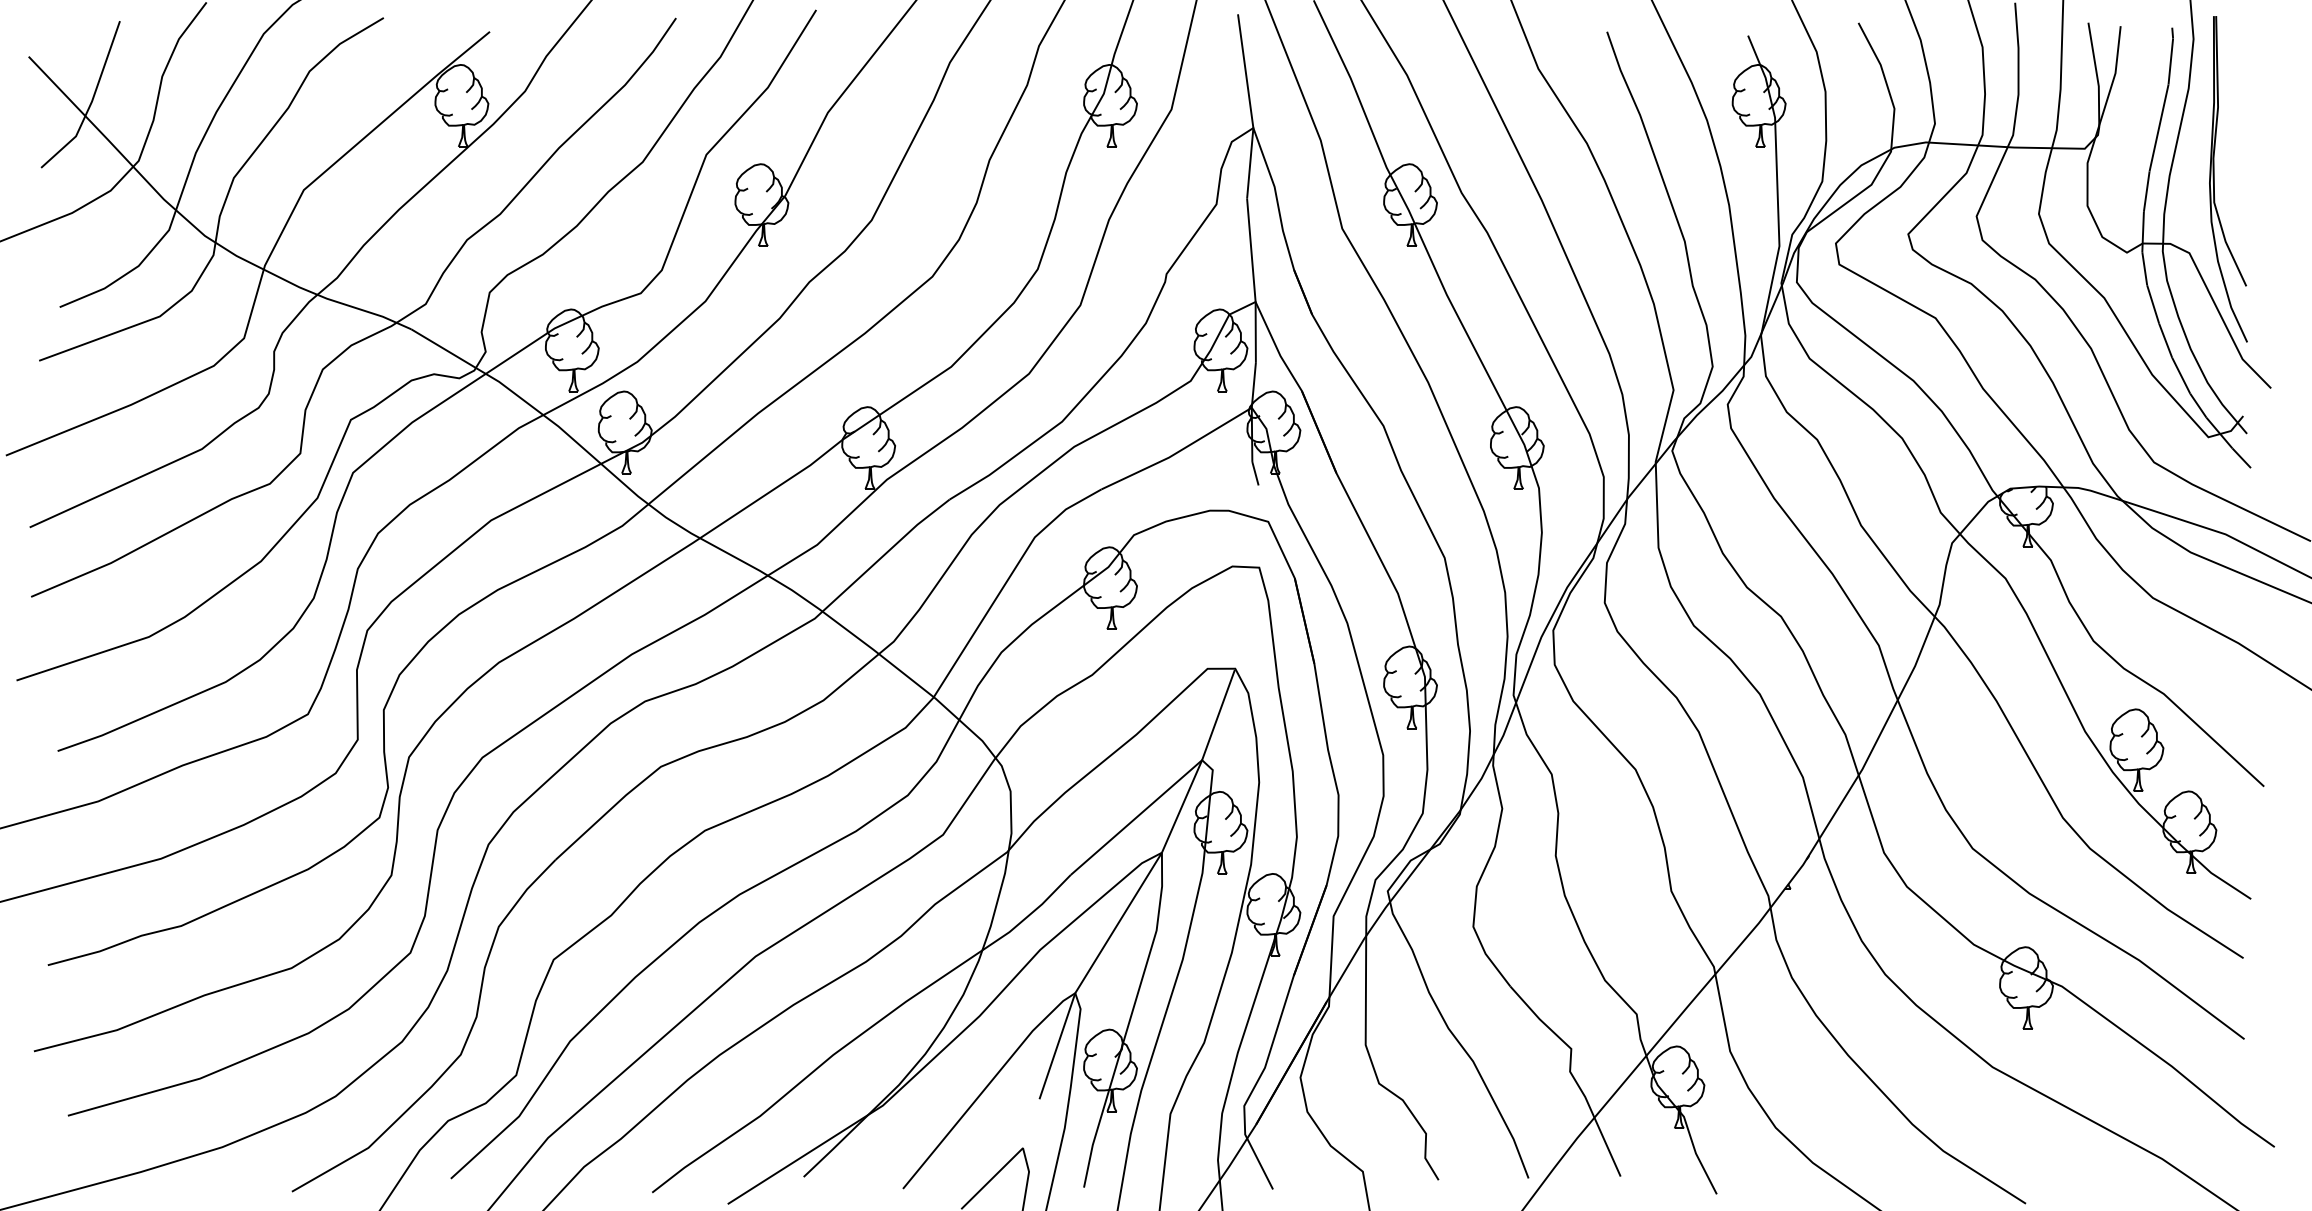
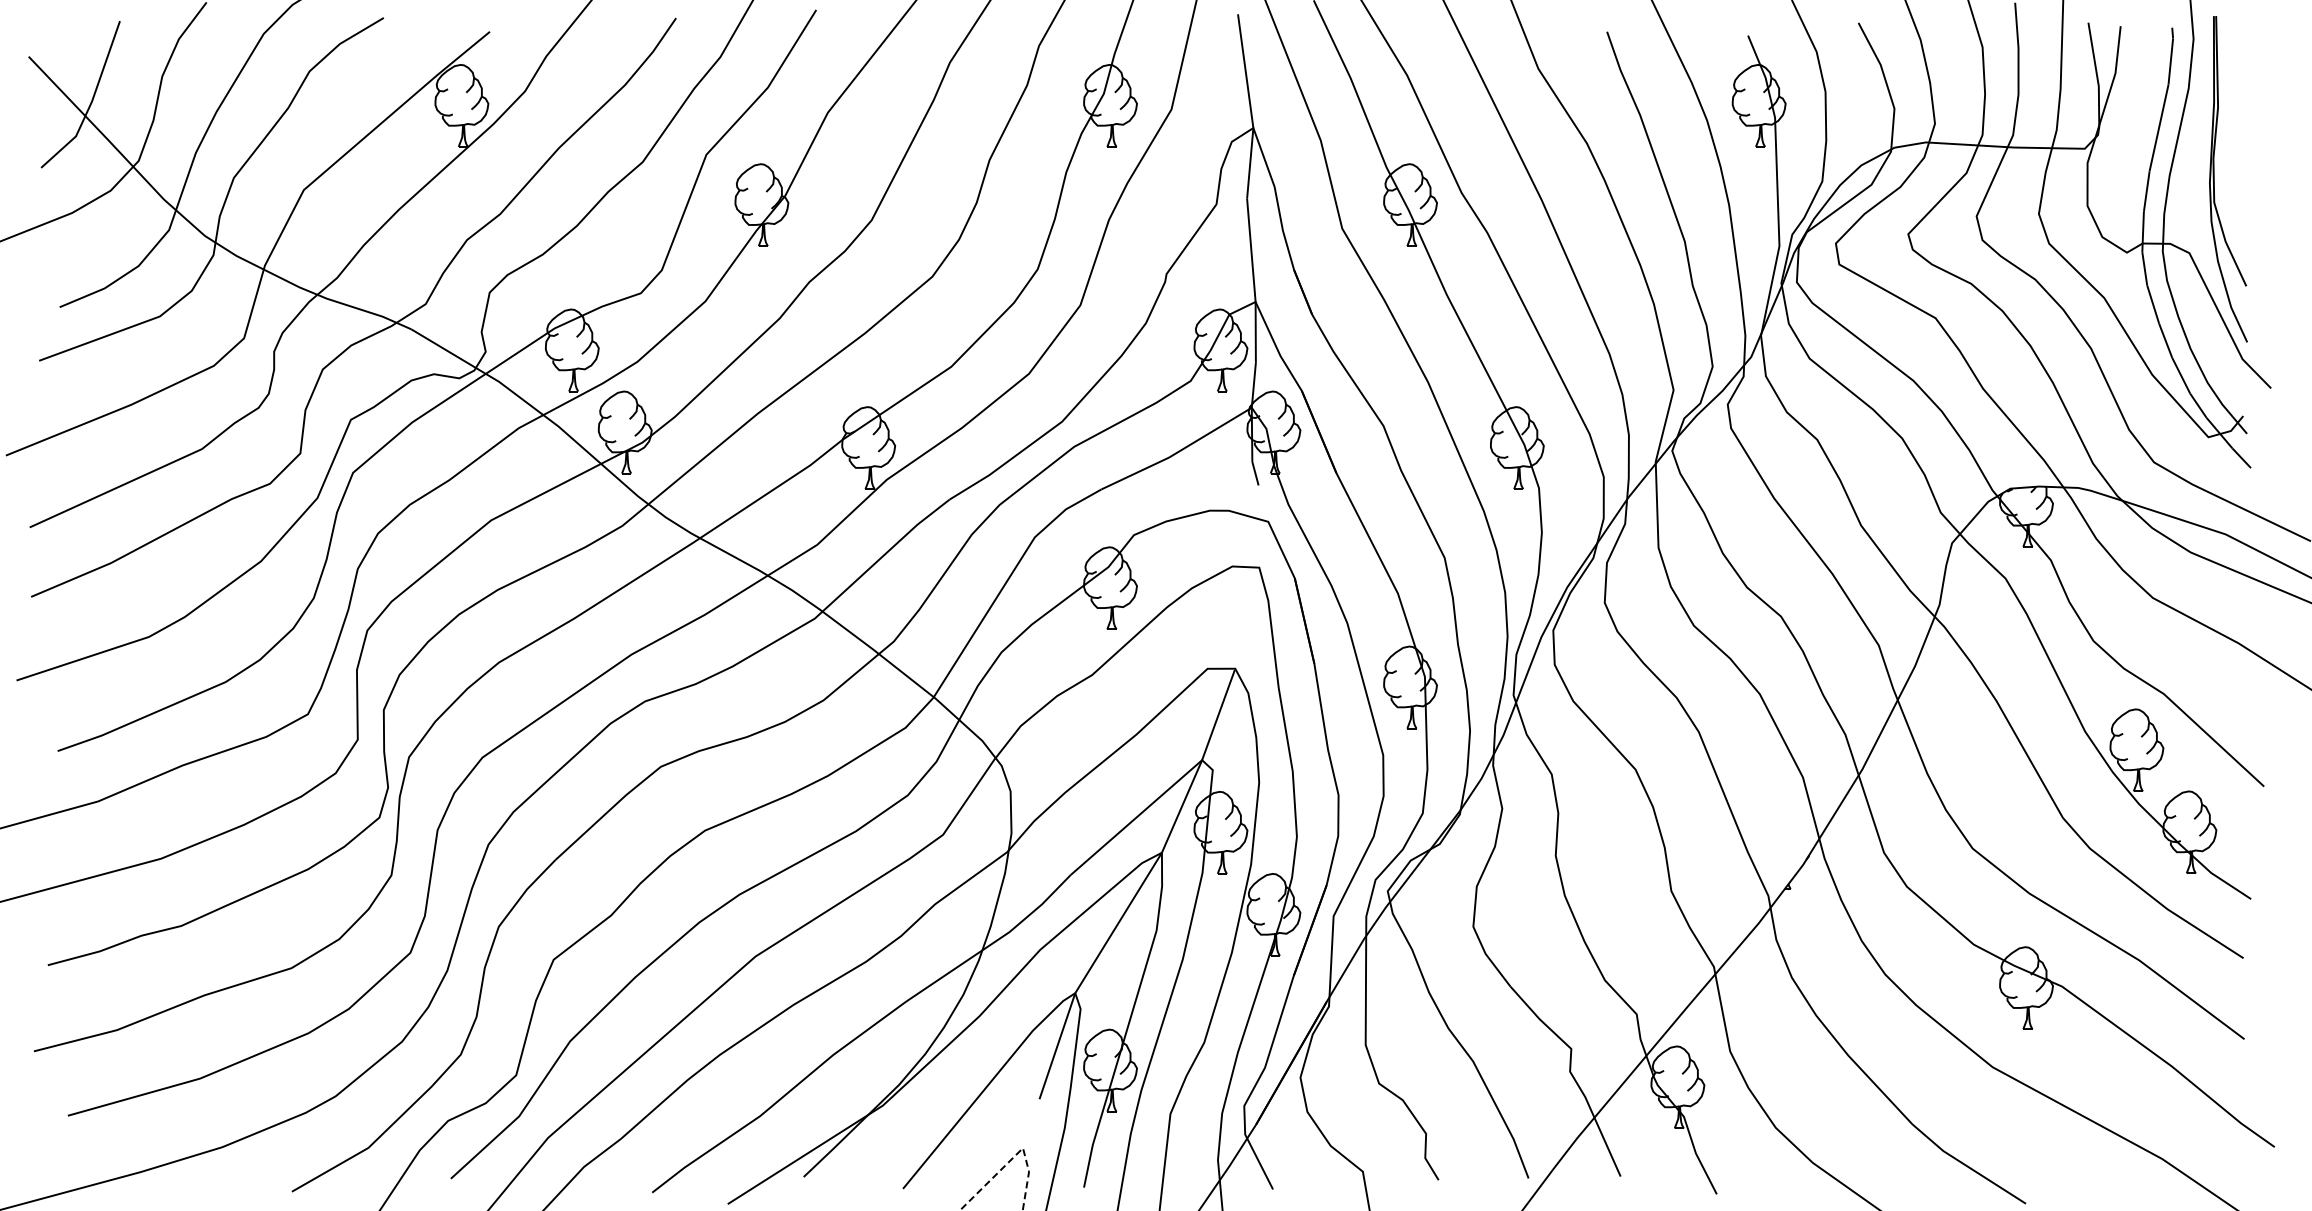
line at (1015, 1155): solid -> dashed
